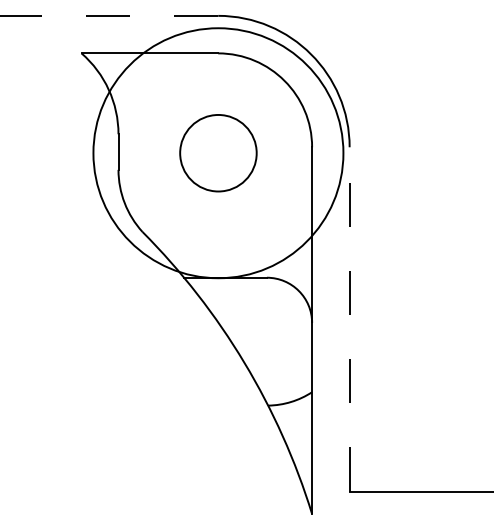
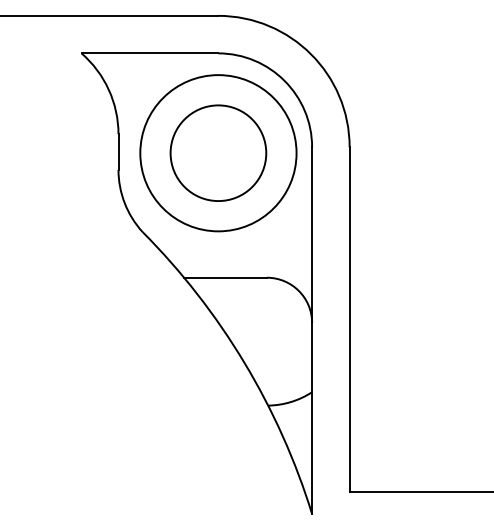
line at (109, 15): dashed -> solid
circle at (218, 152) diameter: 77 px -> 96 px
circle at (218, 153) diameter: 250 px -> 156 px
line at (349, 318): dashed -> solid
